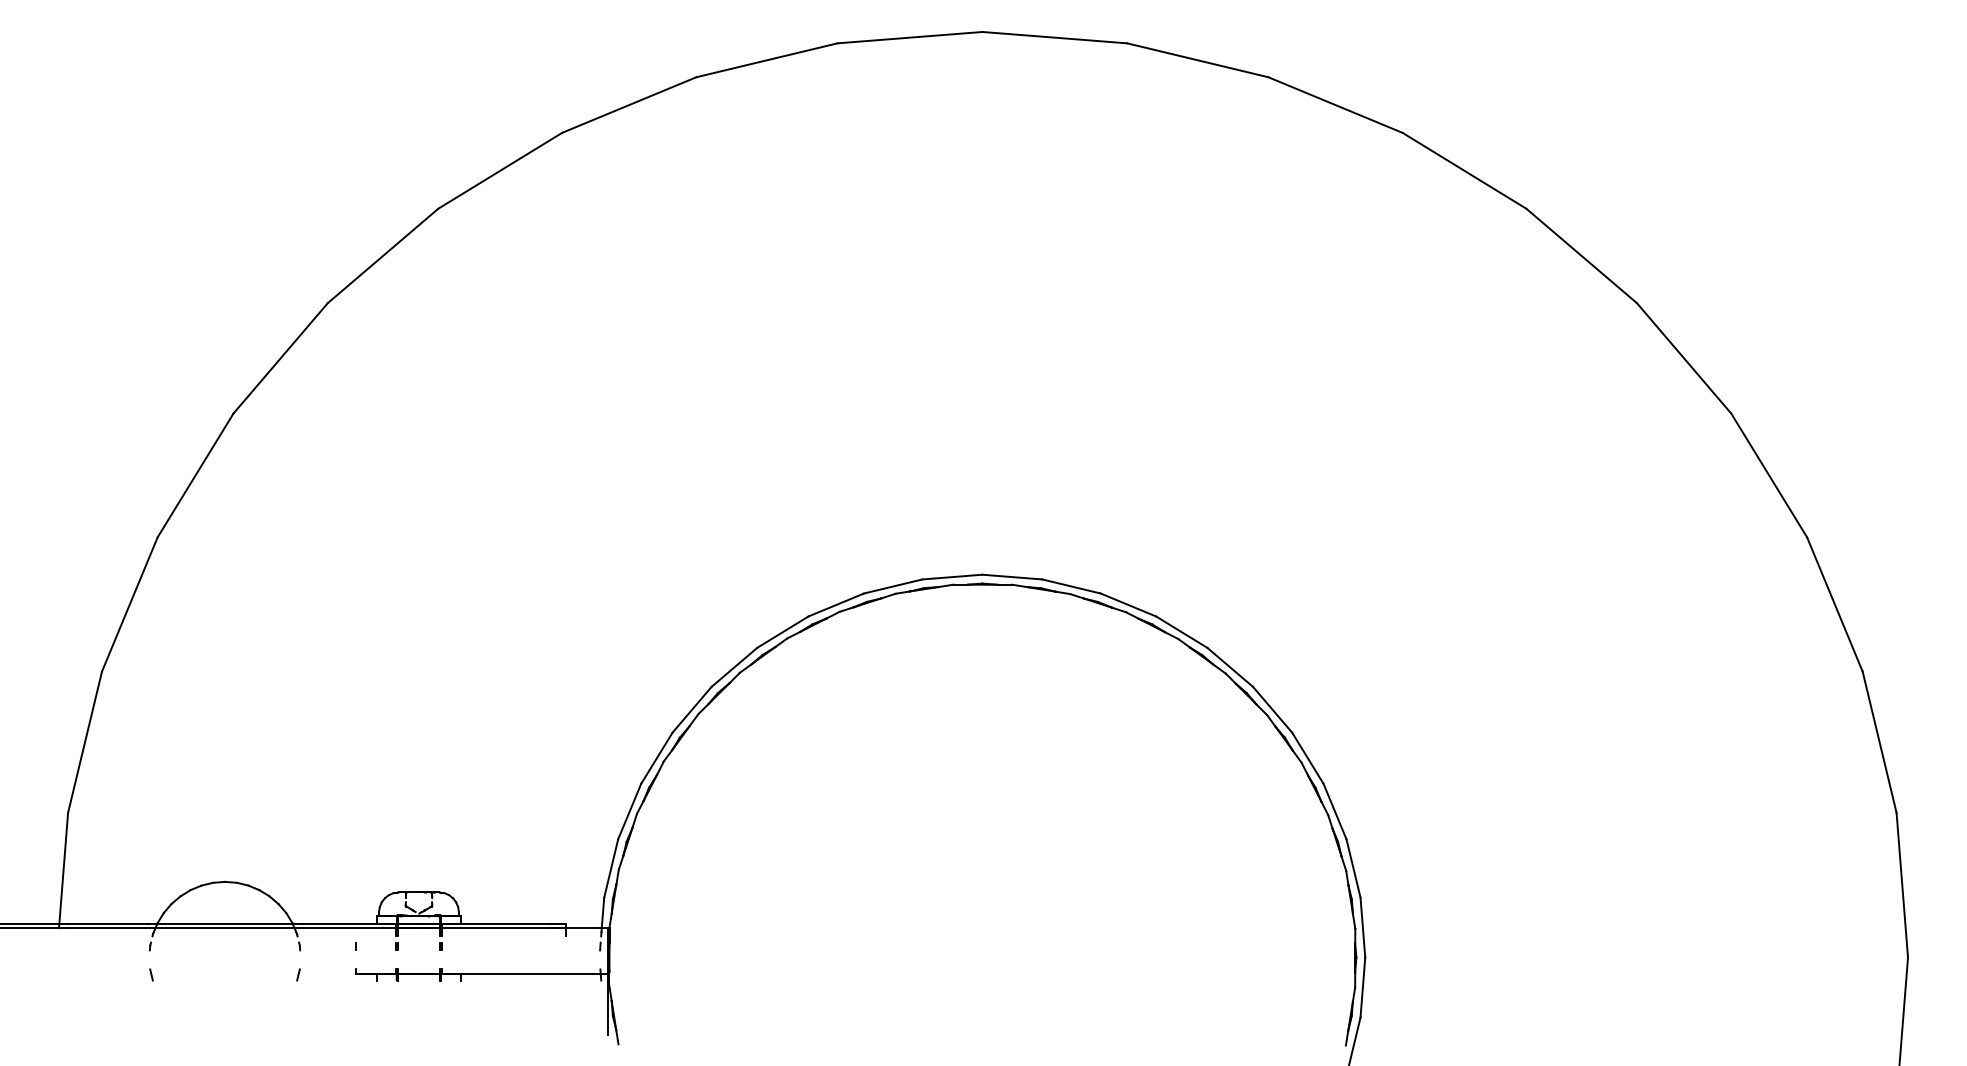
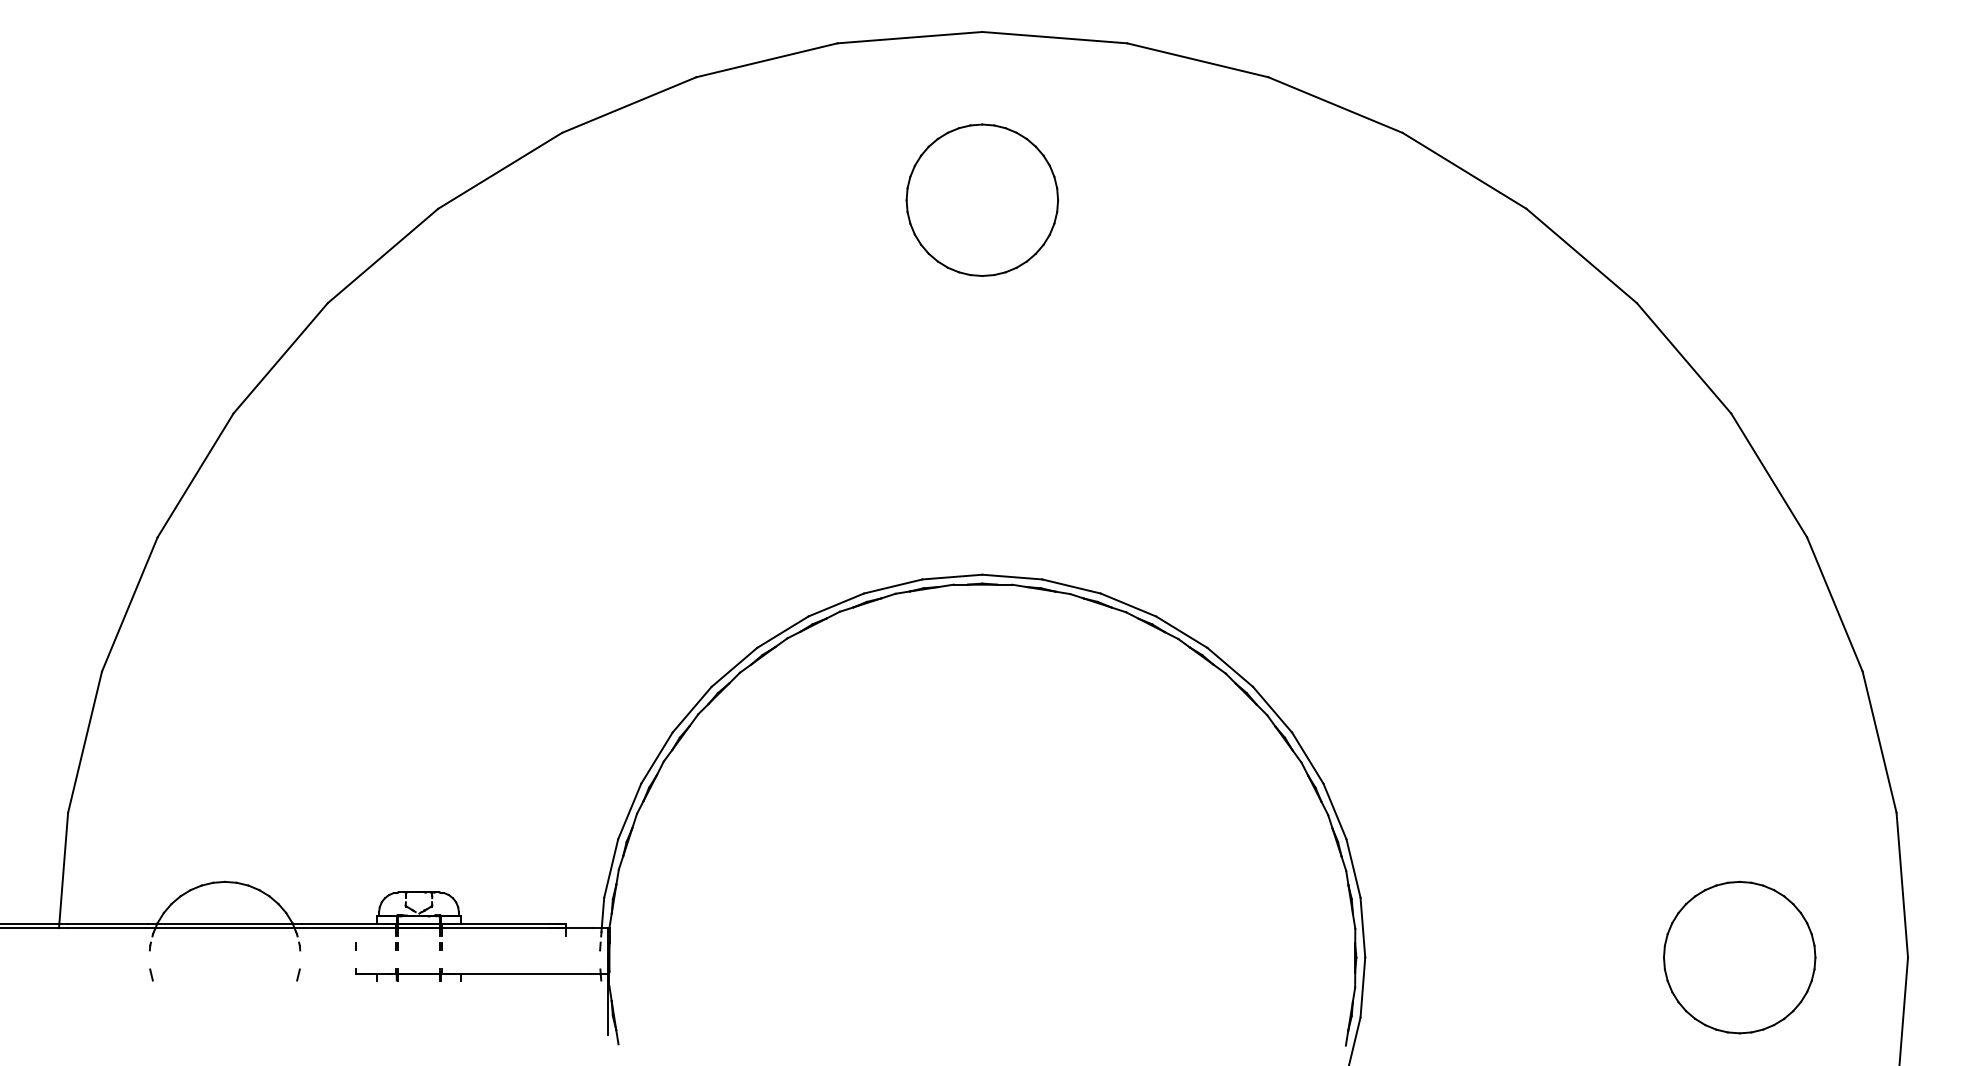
part at (982, 199): none -> present
part at (1739, 957): none -> present
